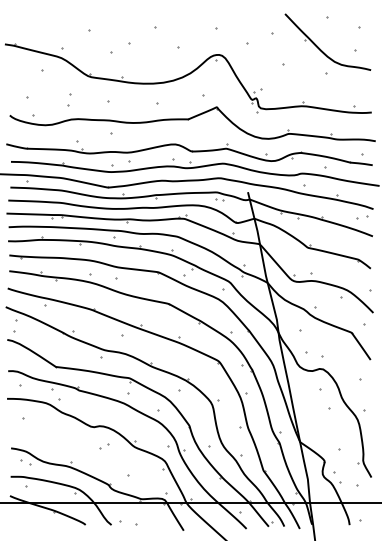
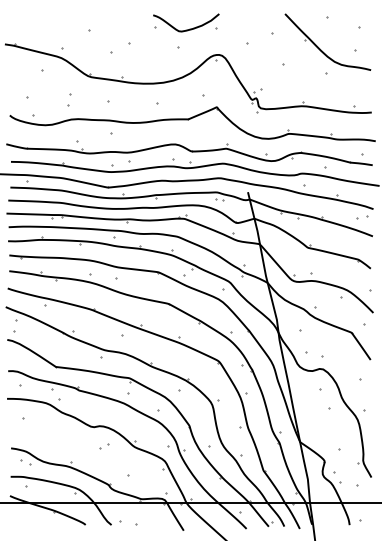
curve at (189, 28): none -> present
